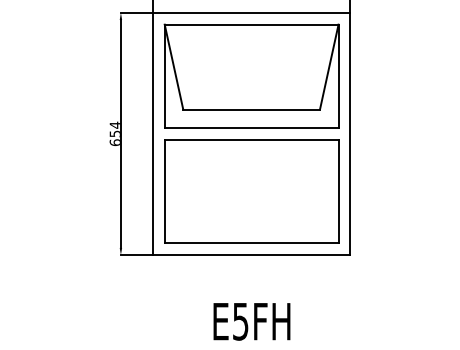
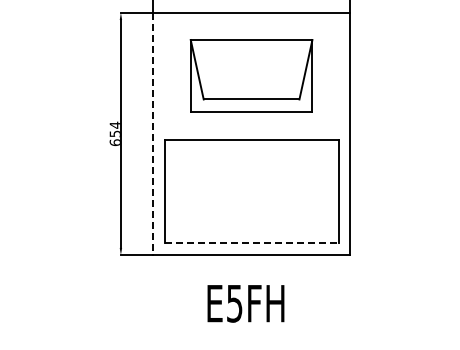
part at (251, 75) size: 177x106 px -> 125x74 px
line at (152, 134): solid -> dashed
line at (251, 243): solid -> dashed
text at (251, 321) position: (251, 321) -> (245, 303)
